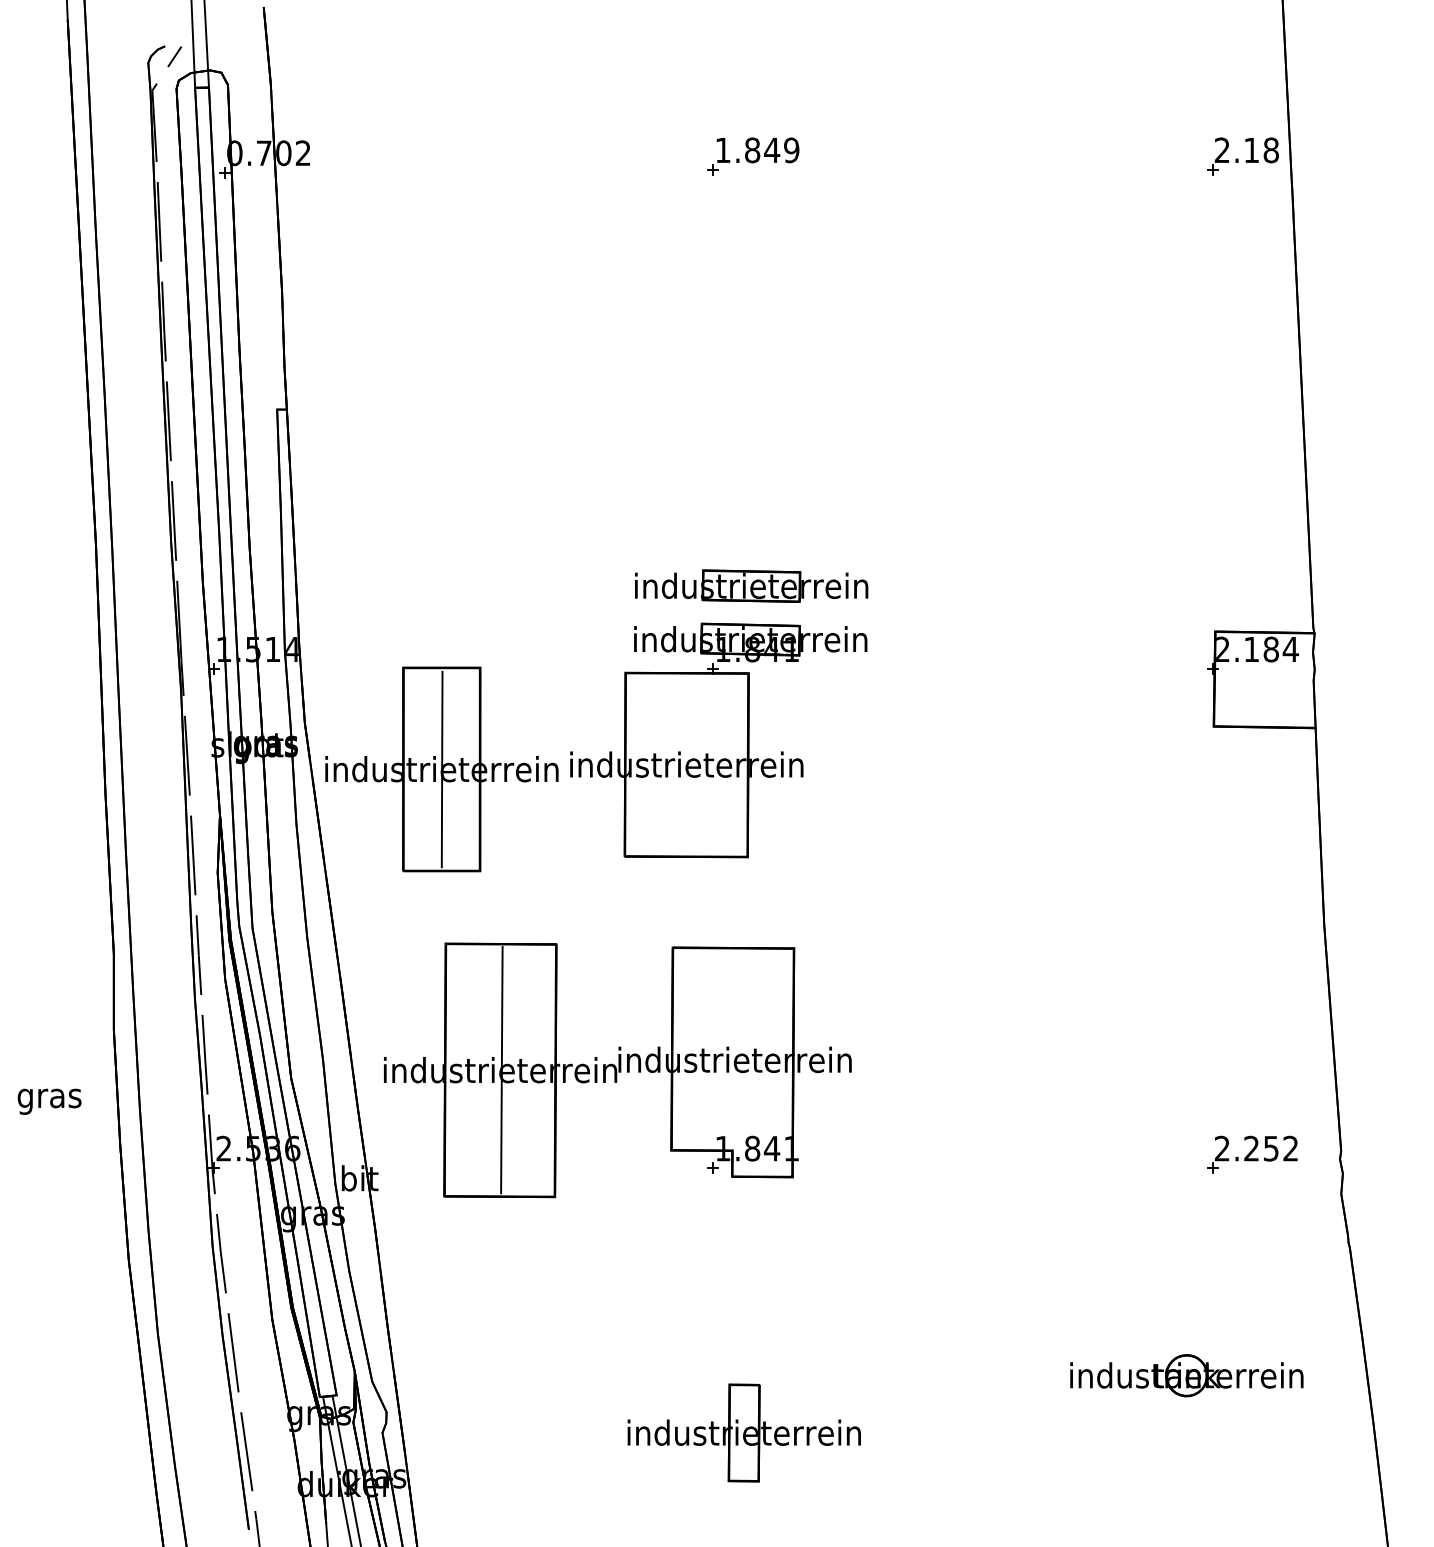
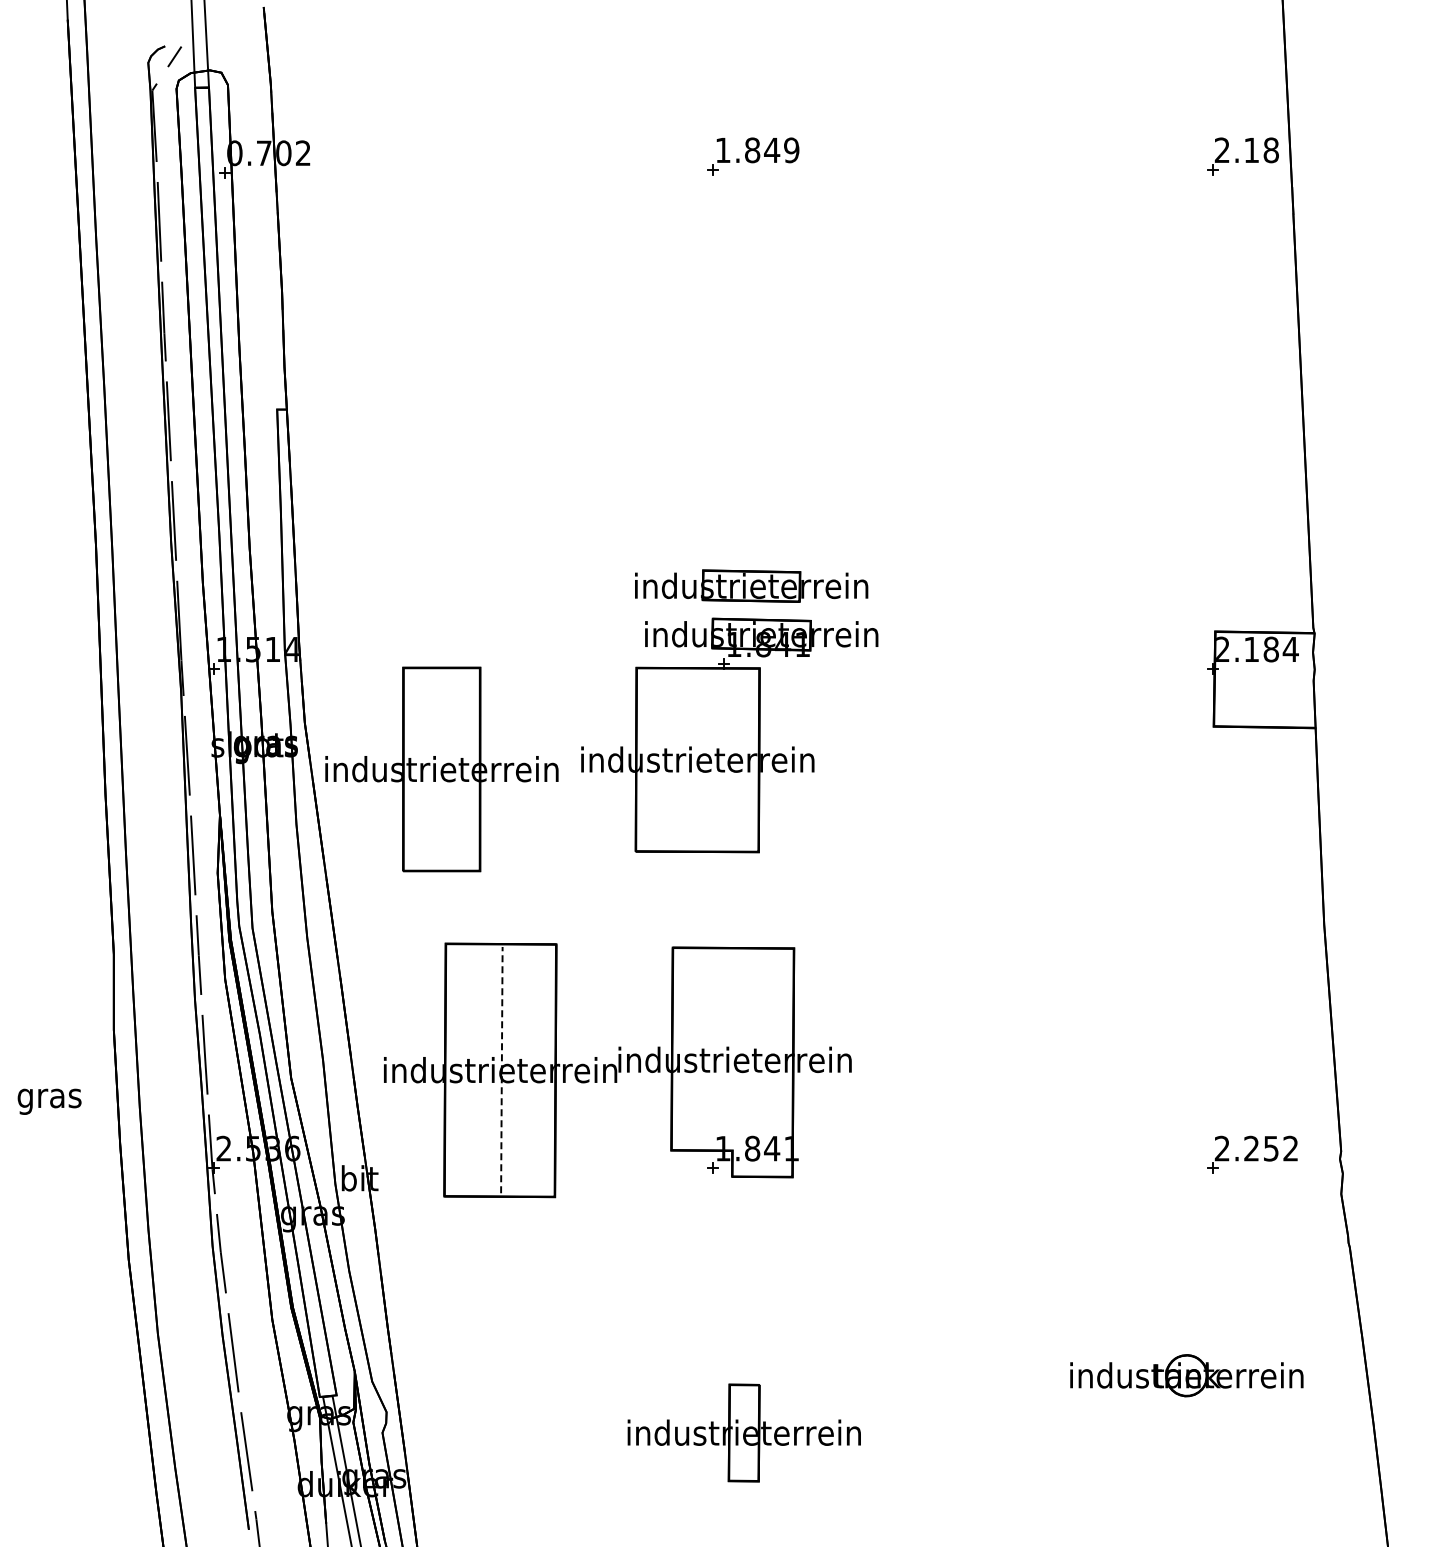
part at (718, 740) position: (718, 740) -> (729, 735)
line at (441, 769): present -> none
line at (501, 1069): solid -> dashed
